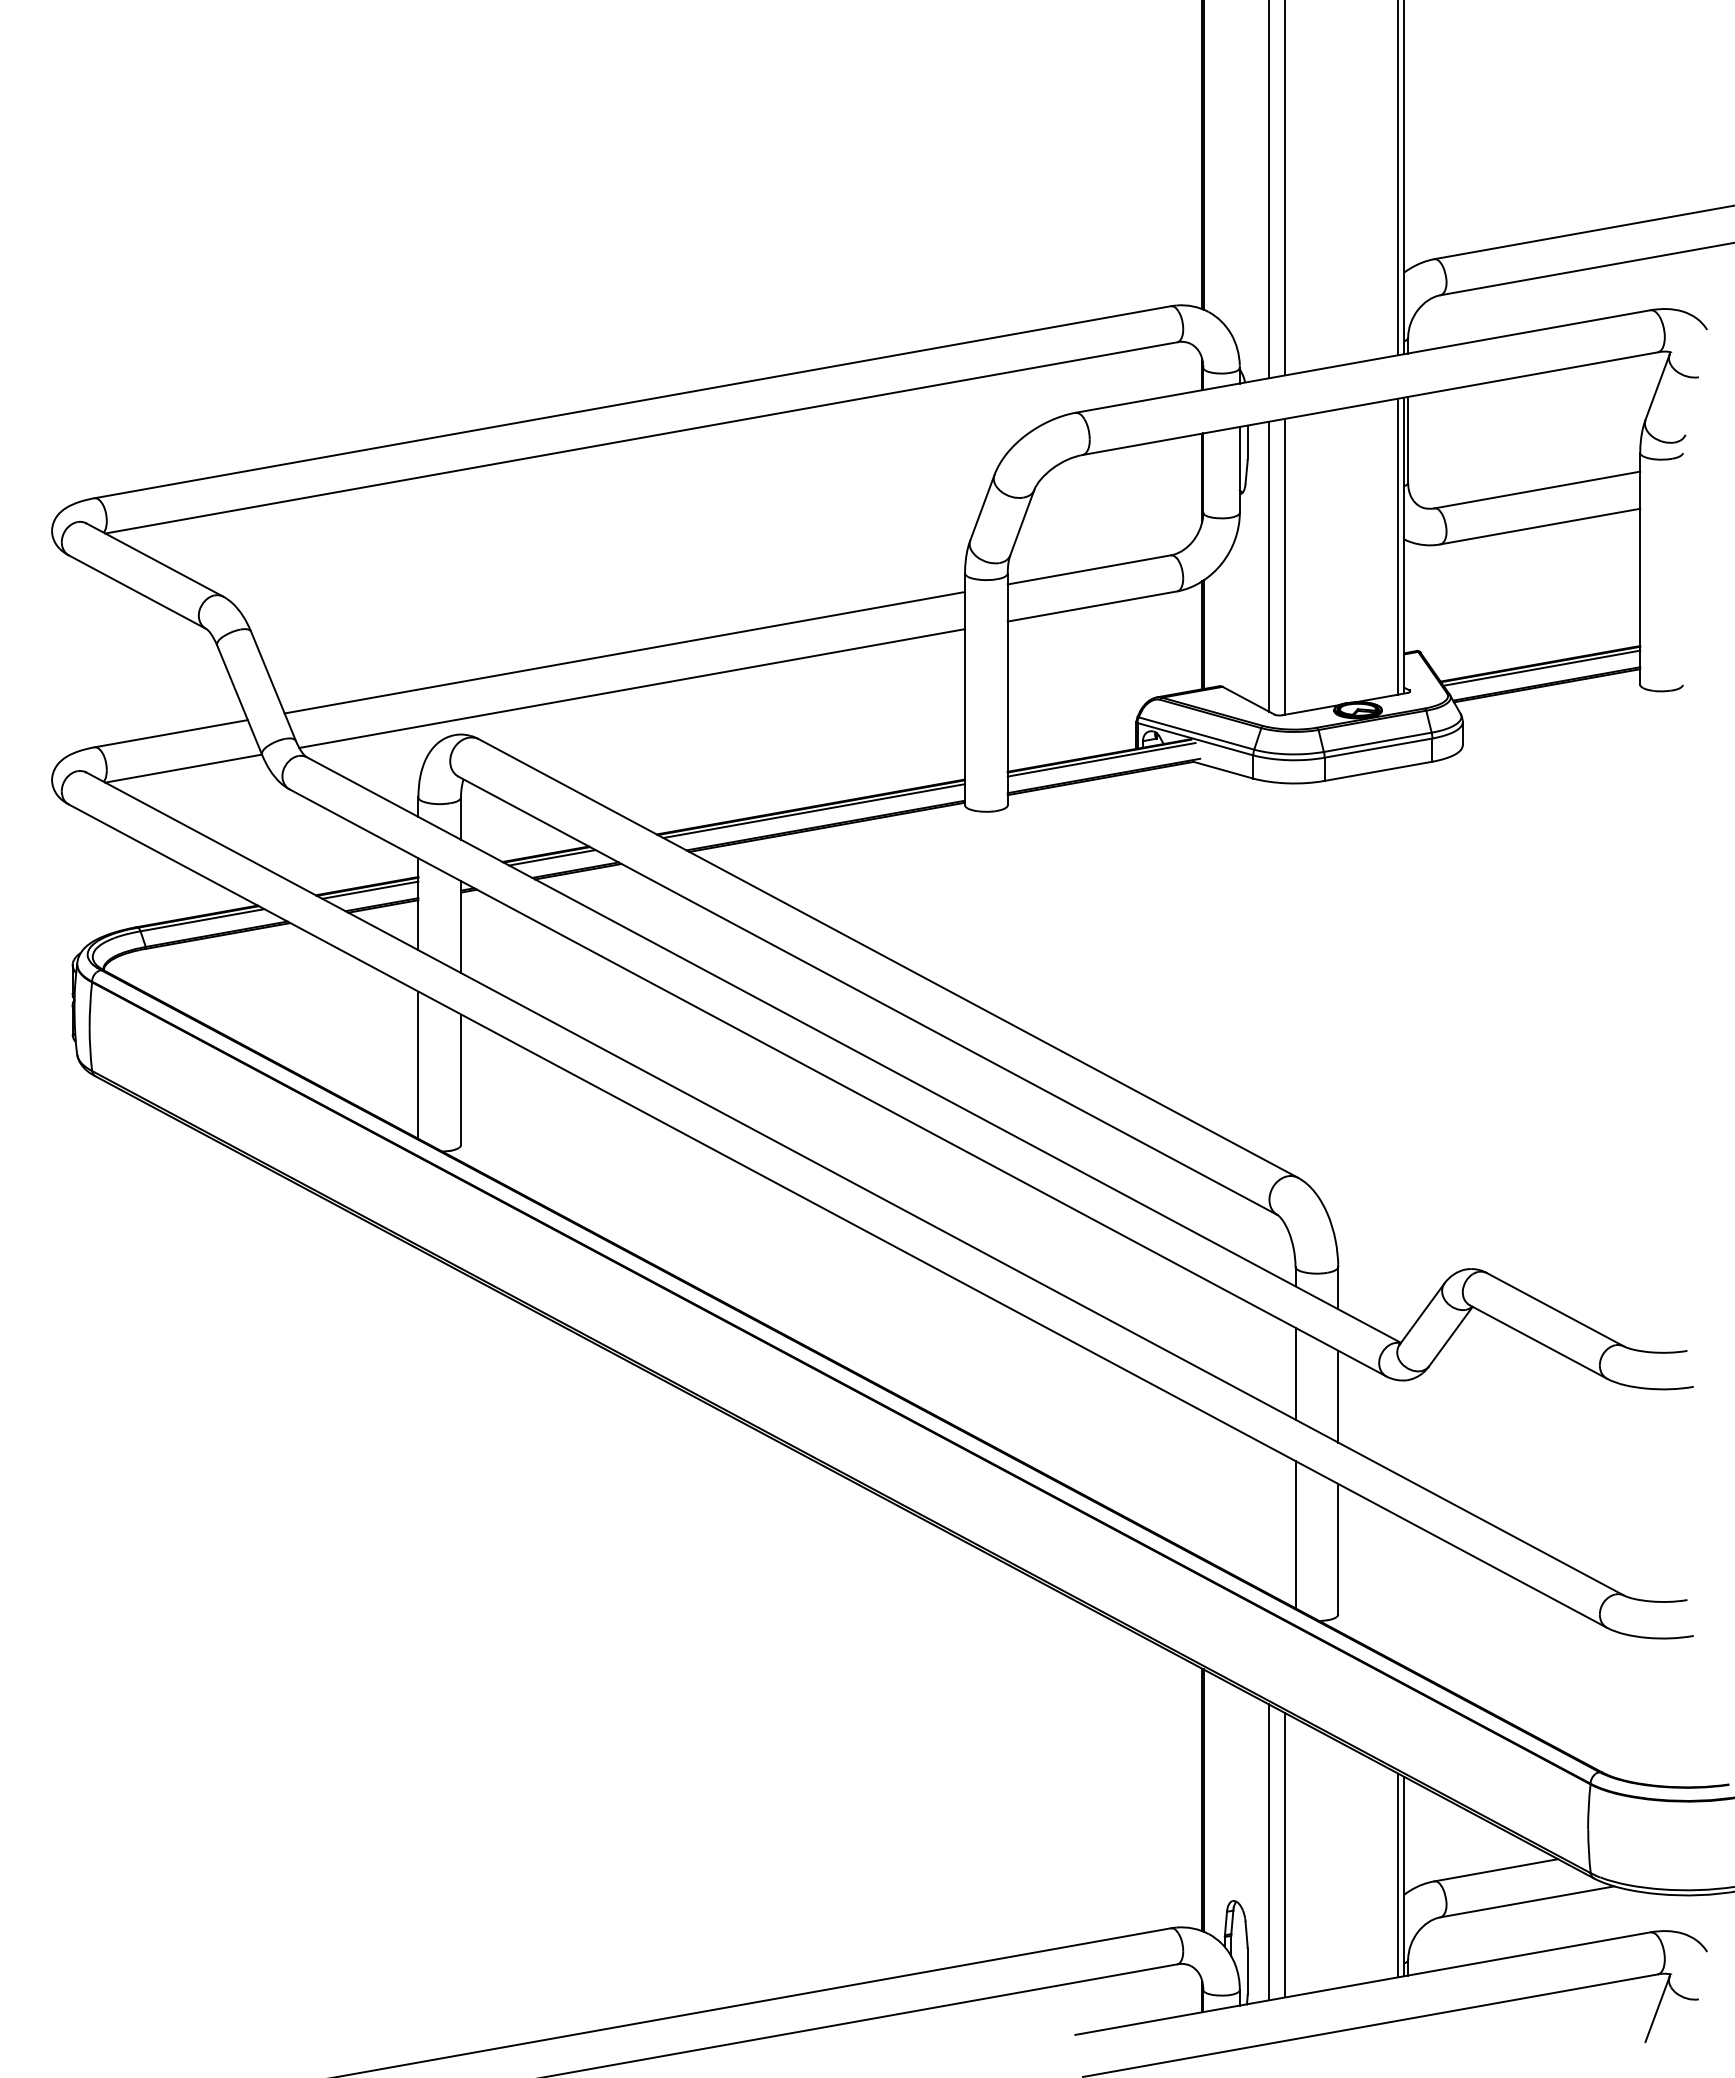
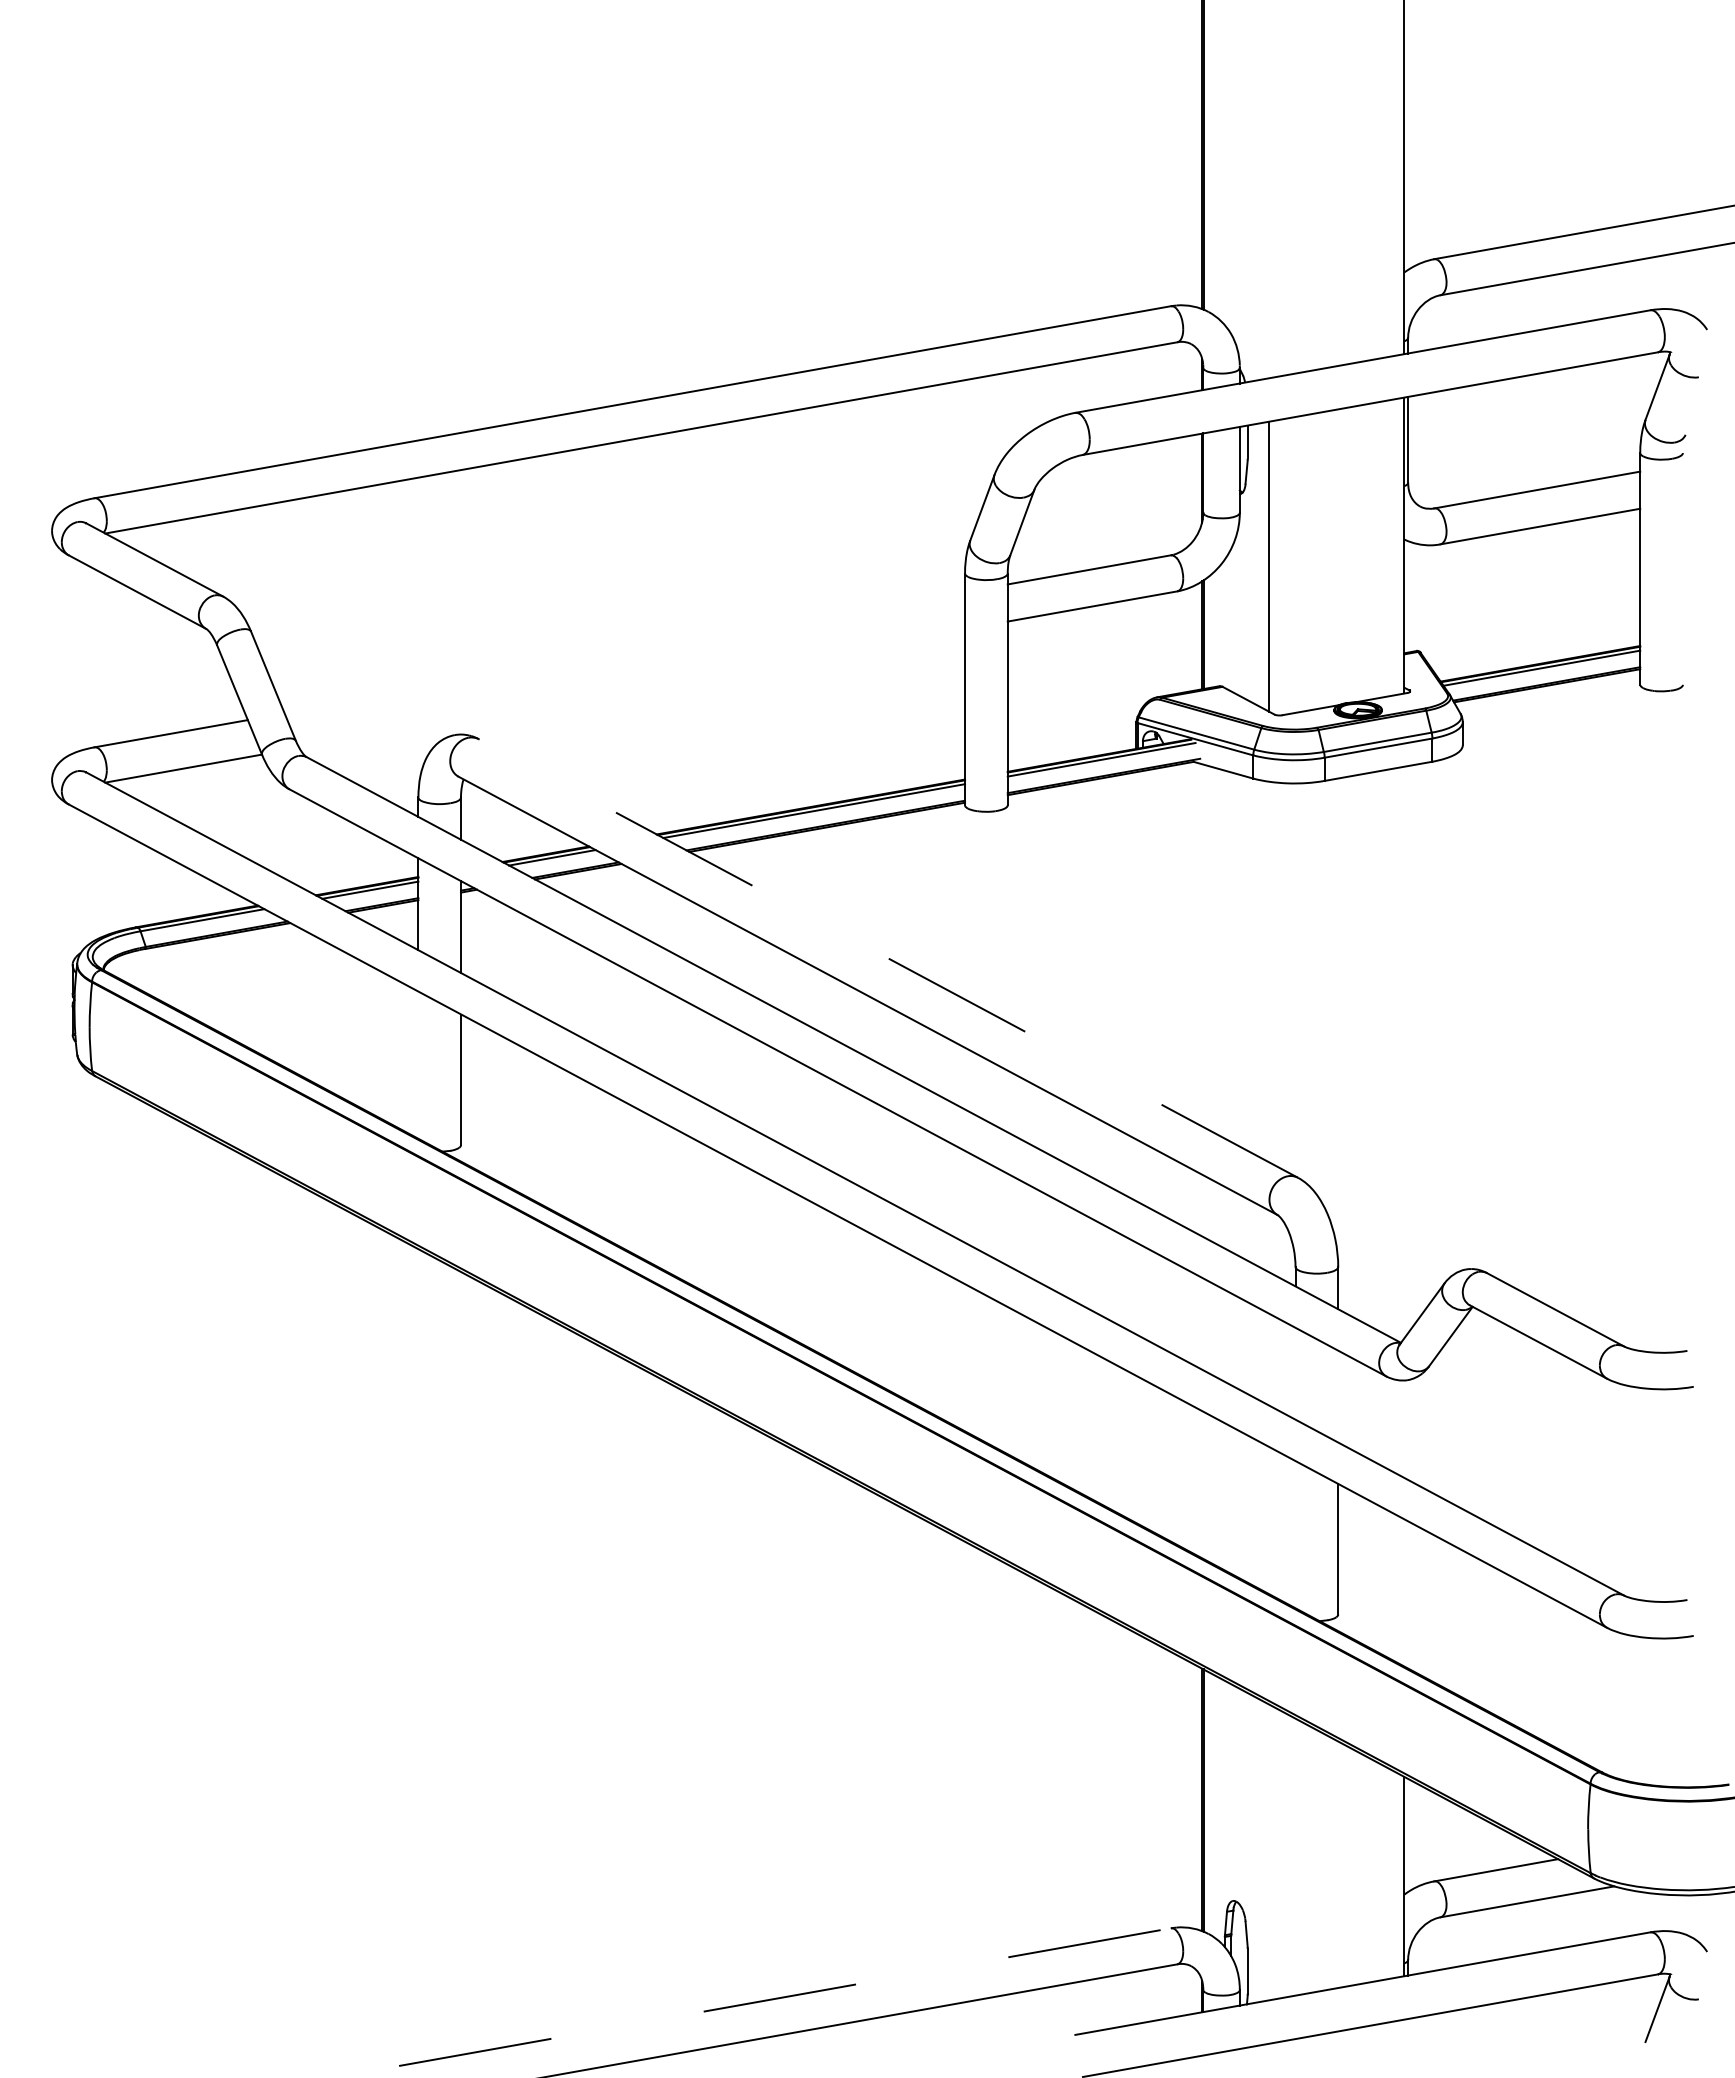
line at (1398, 178): present -> none
line at (1285, 188): present -> none
line at (1268, 190): present -> none
line at (1398, 546): present -> none
line at (1285, 566): present -> none
line at (624, 652): present -> none
line at (632, 688): present -> none
line at (888, 958): solid -> dashed
line at (418, 1064): present -> none
line at (1295, 1373): present -> none
line at (1338, 1396): present -> none
line at (1295, 1534): present -> none
line at (1268, 1852): present -> none
line at (1285, 1855): present -> none
line at (1398, 1875): present -> none
line at (751, 2003): solid -> dashed
